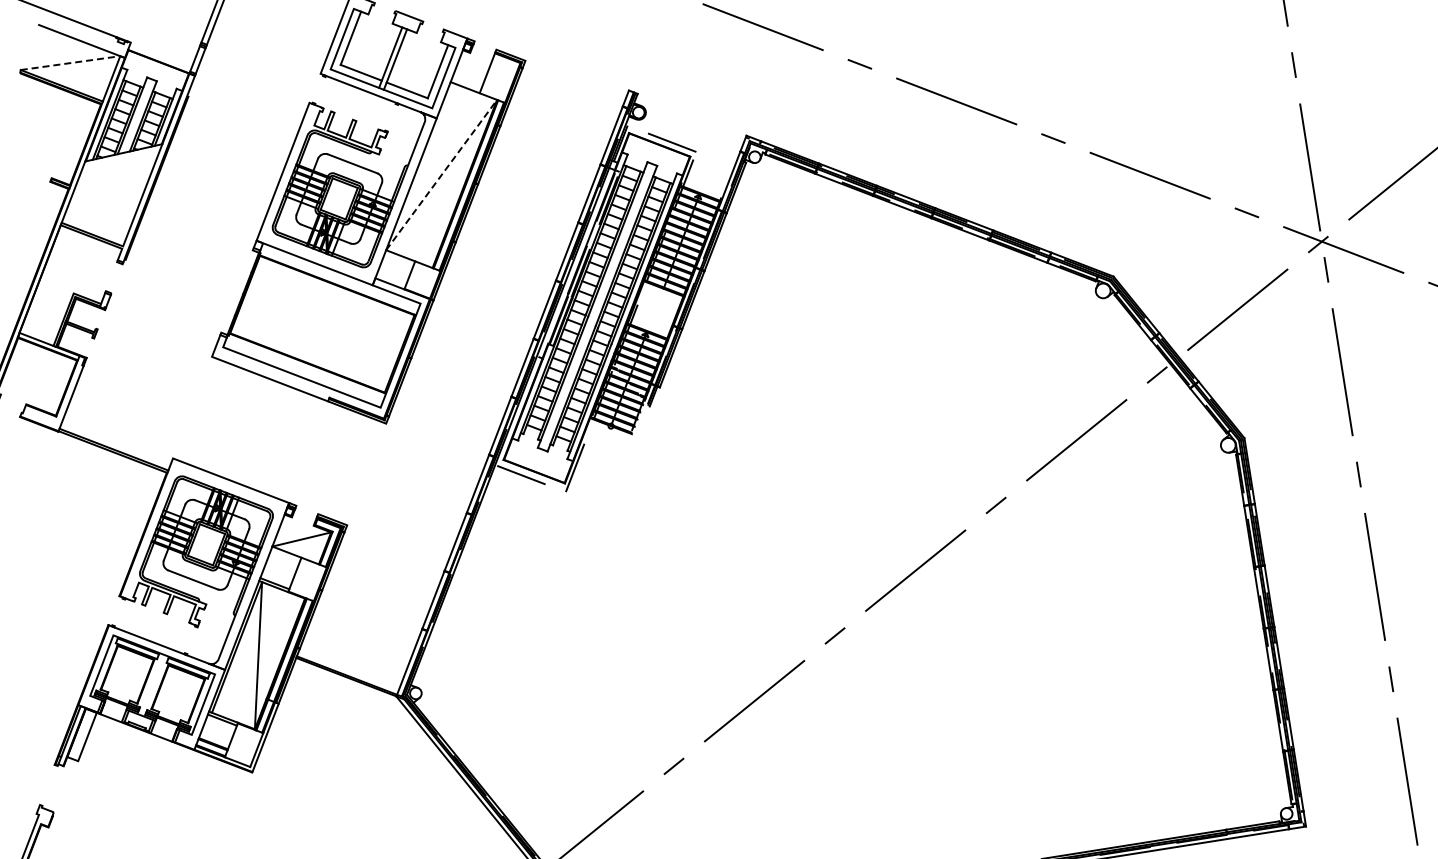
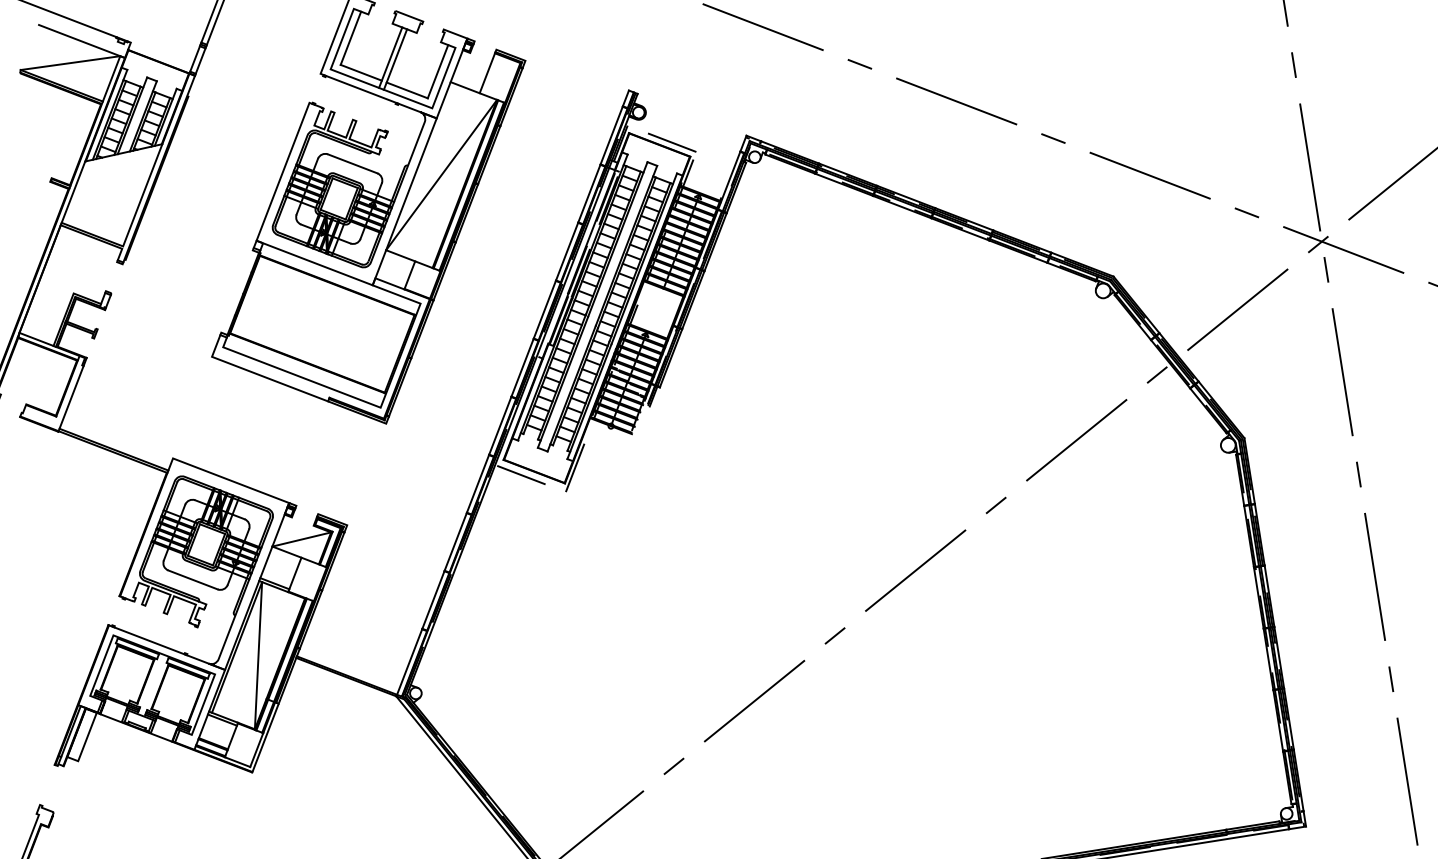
line at (71, 63): dashed -> solid
line at (441, 174): dashed -> solid
